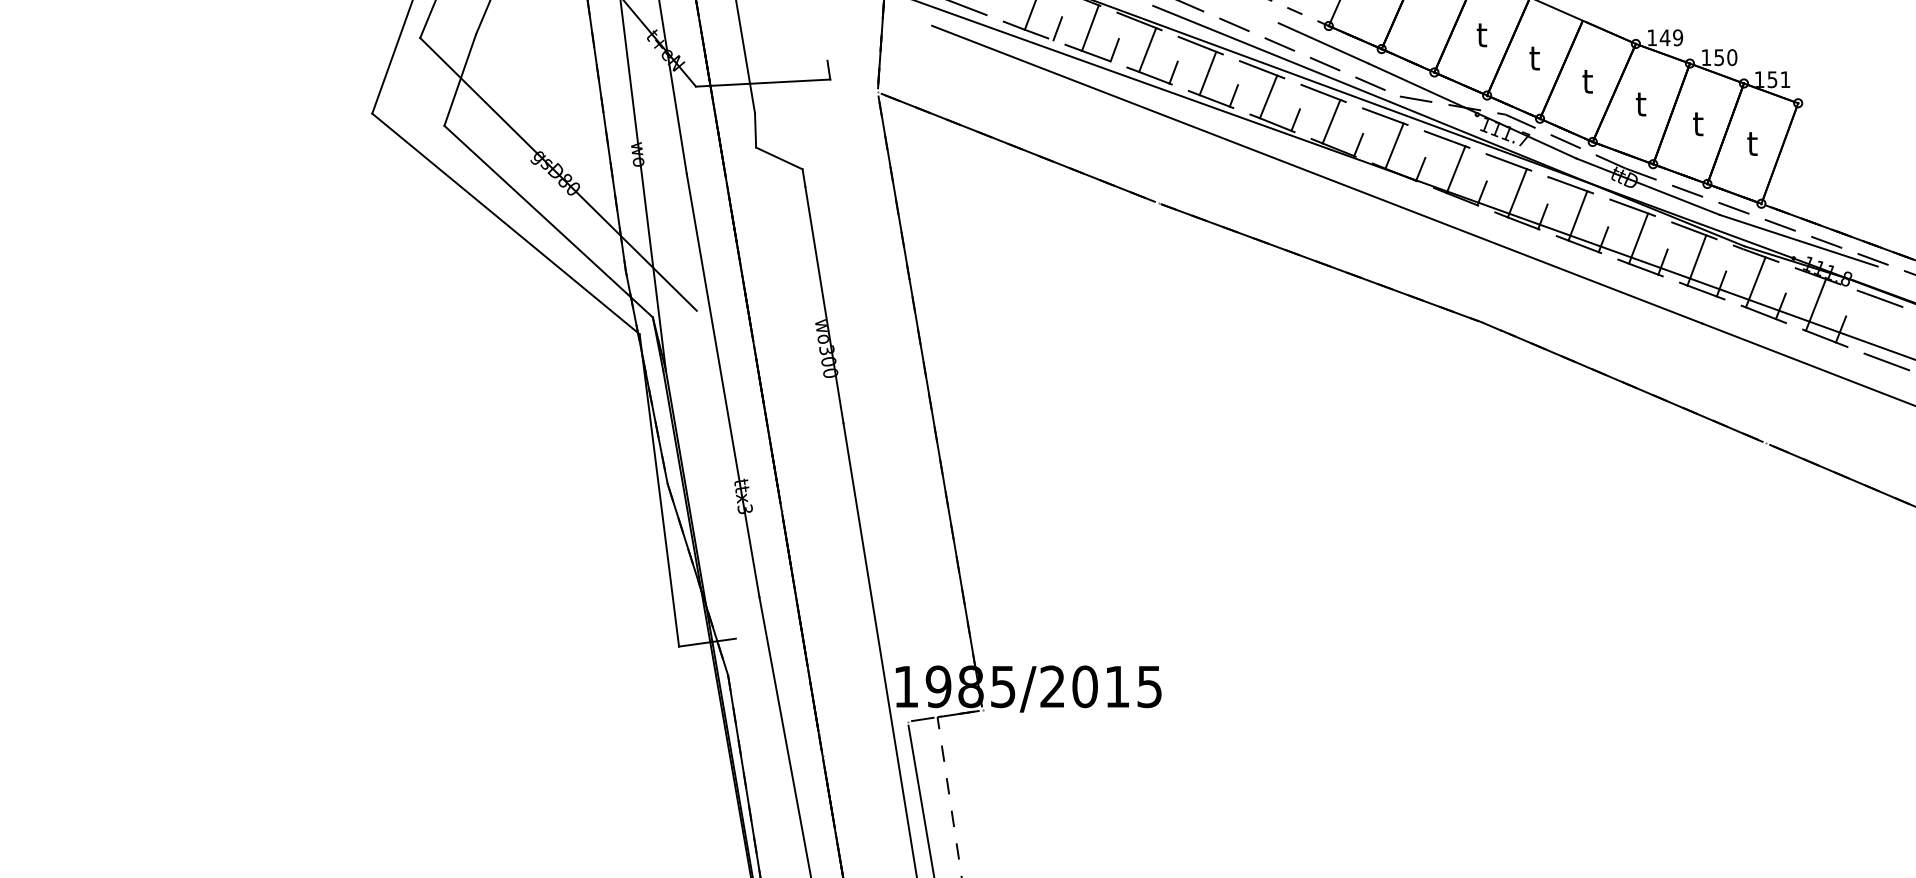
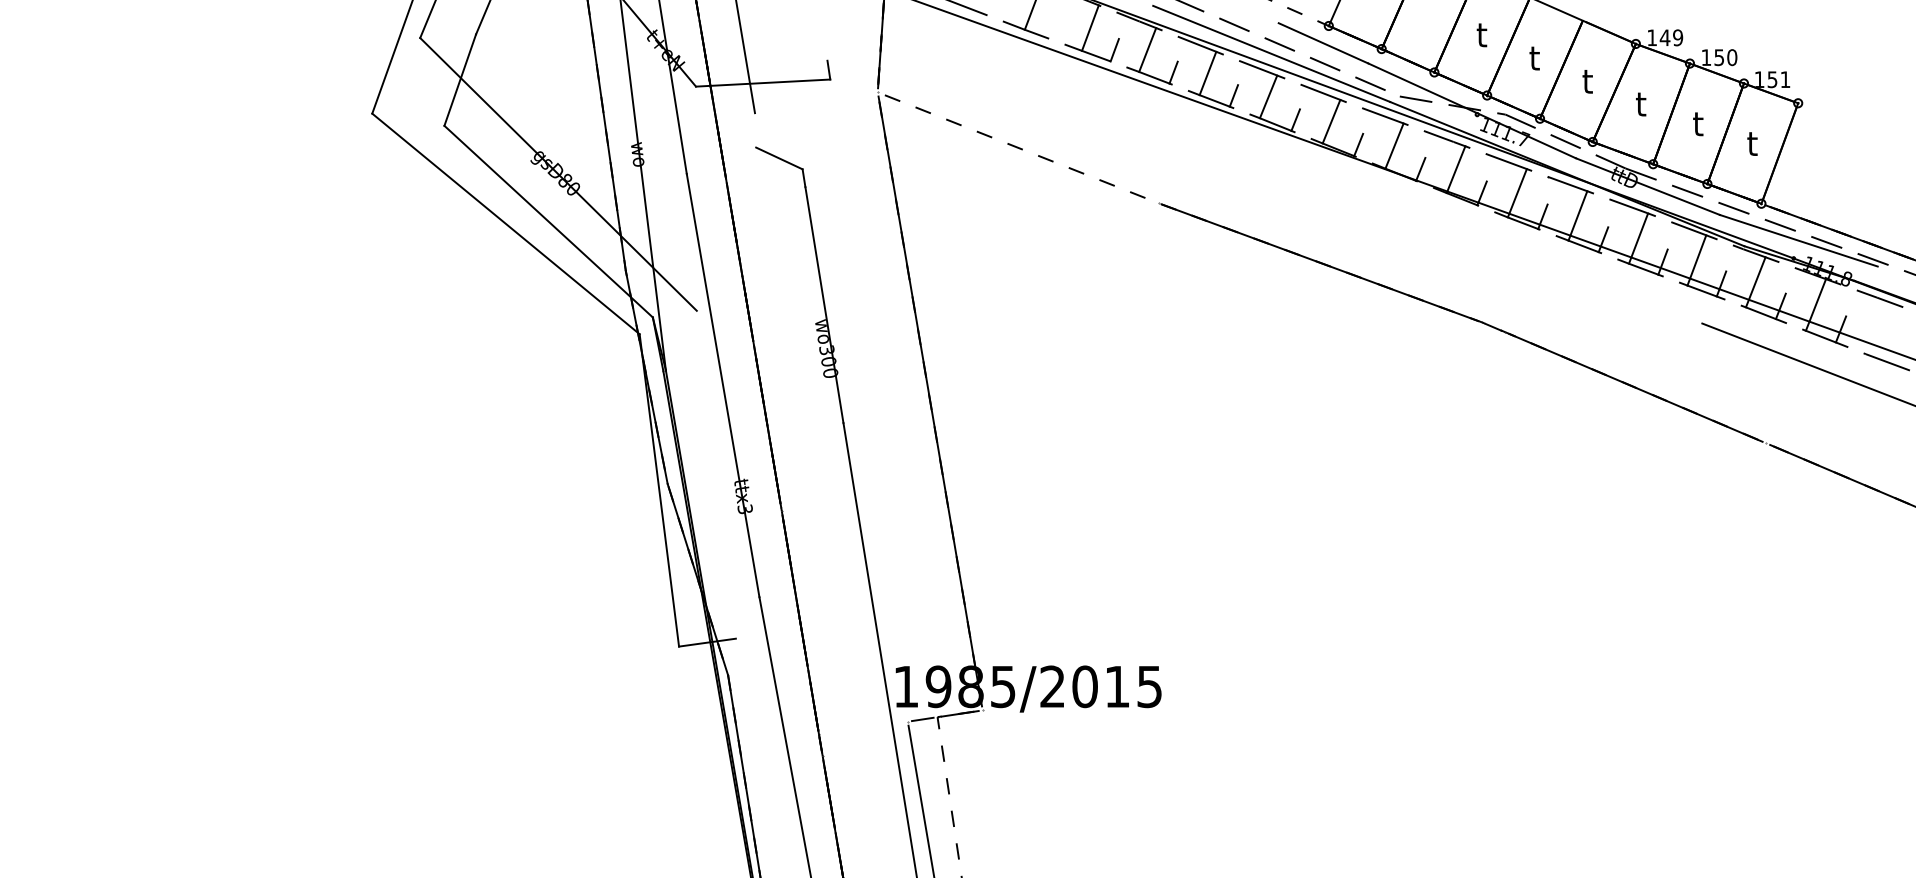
line at (1057, 28): present -> none
line at (755, 130): present -> none
line at (1017, 147): present -> none
line at (1317, 174): present -> none
